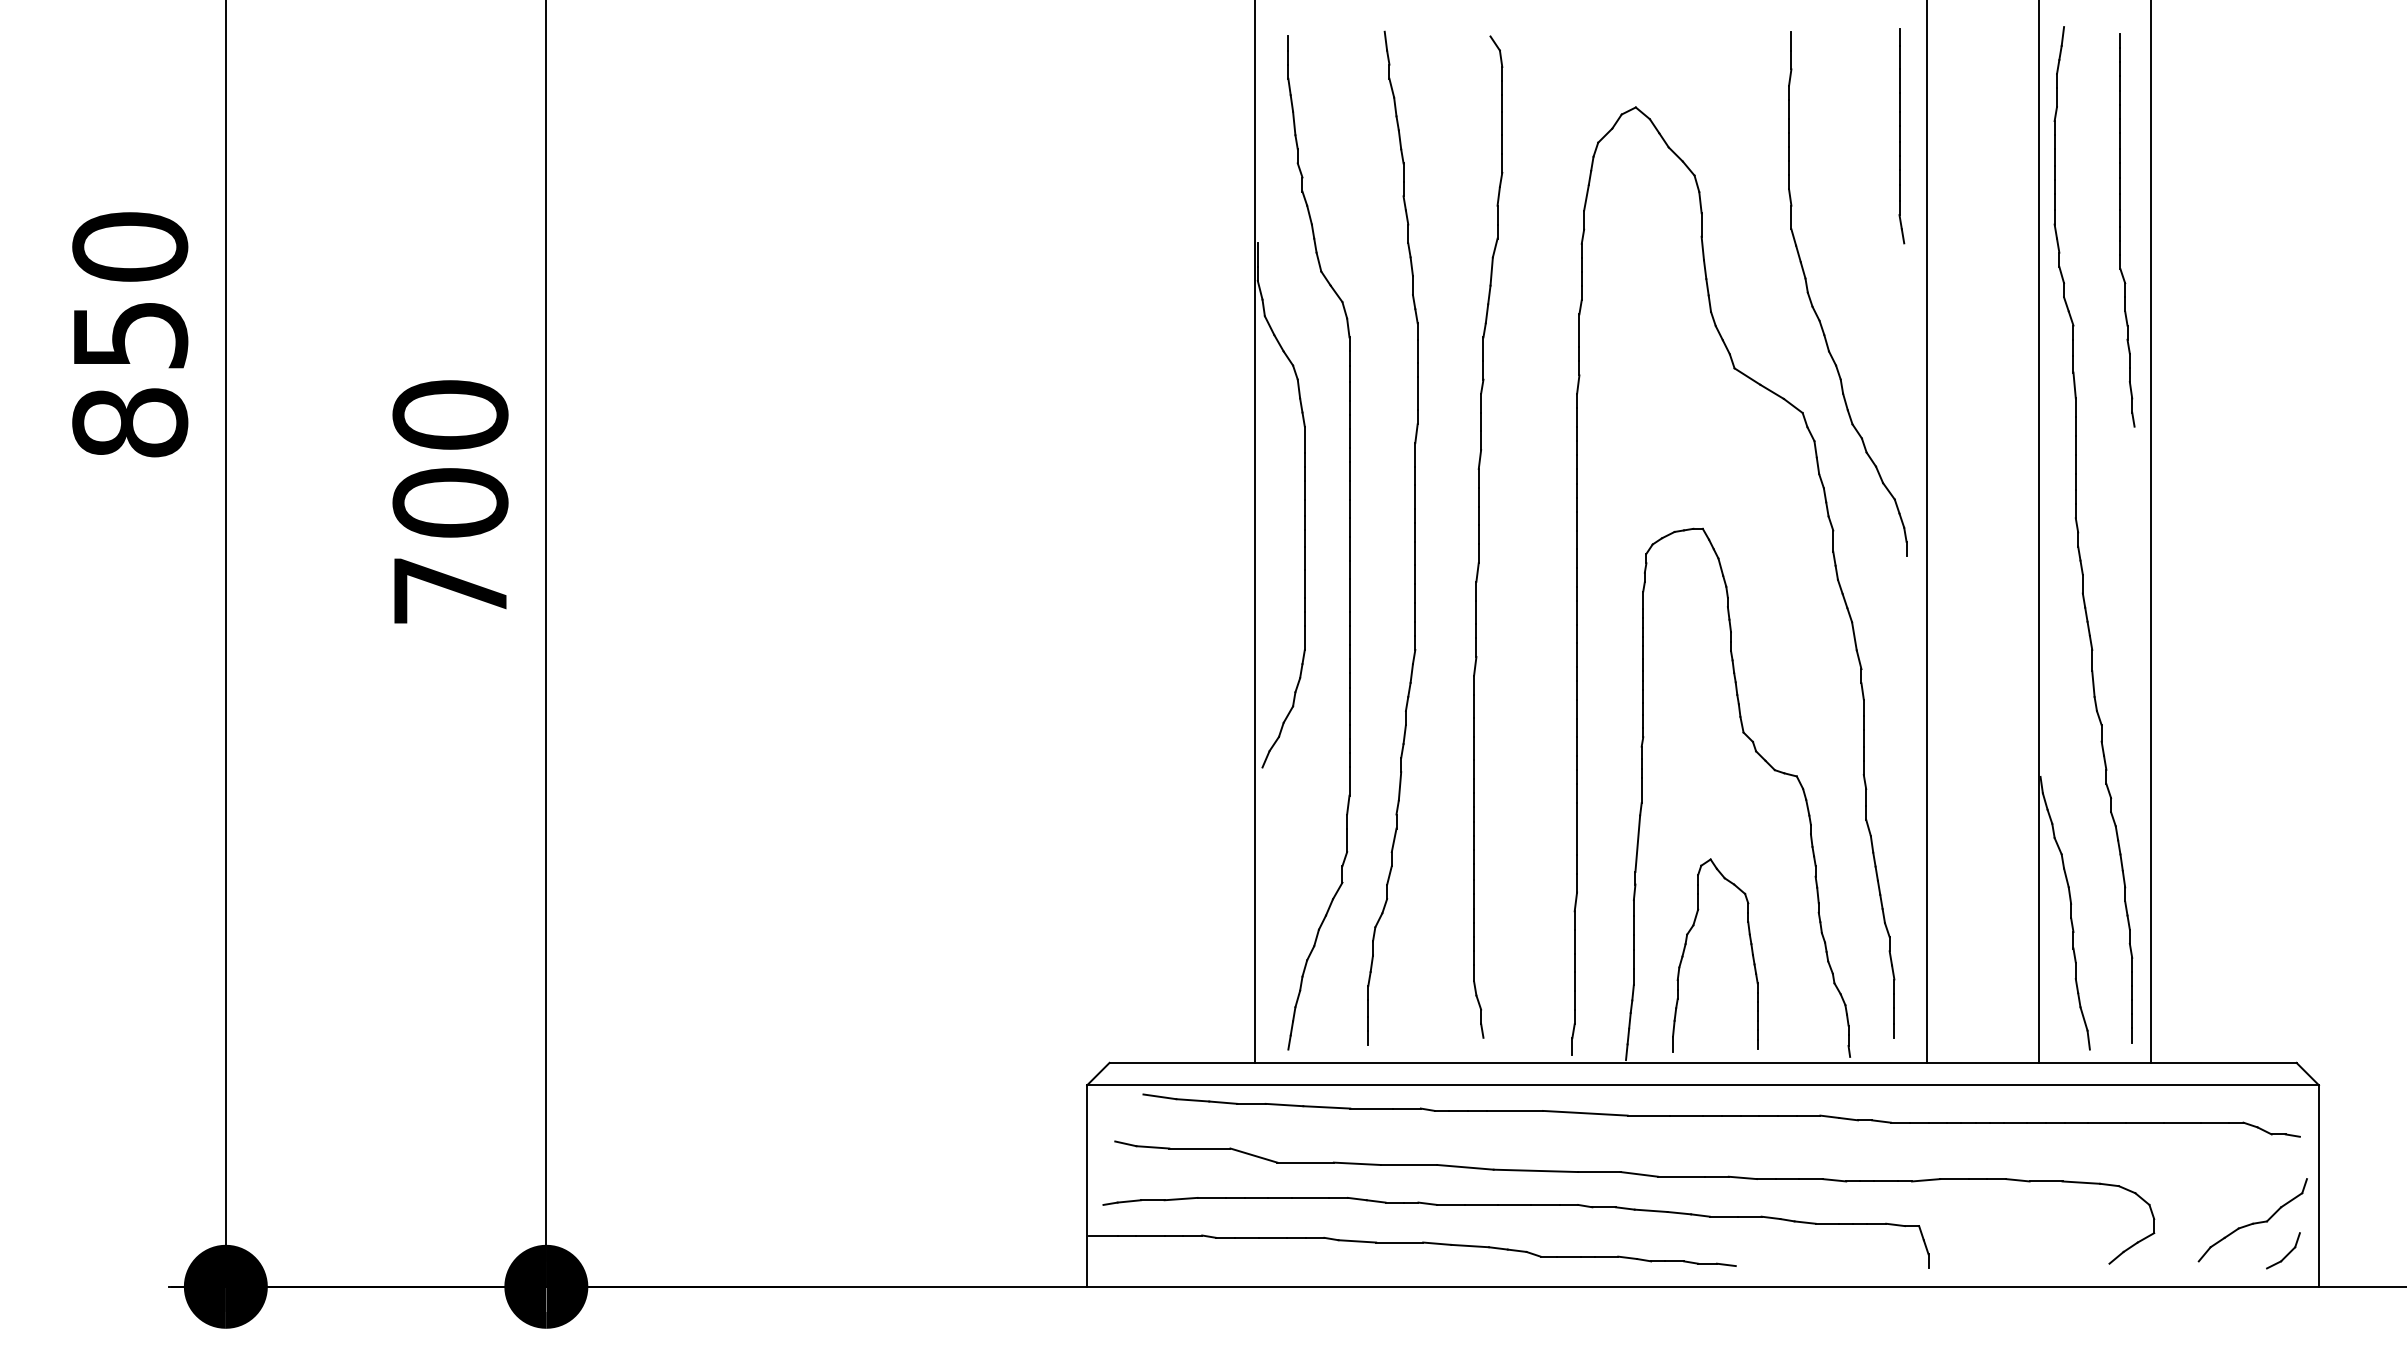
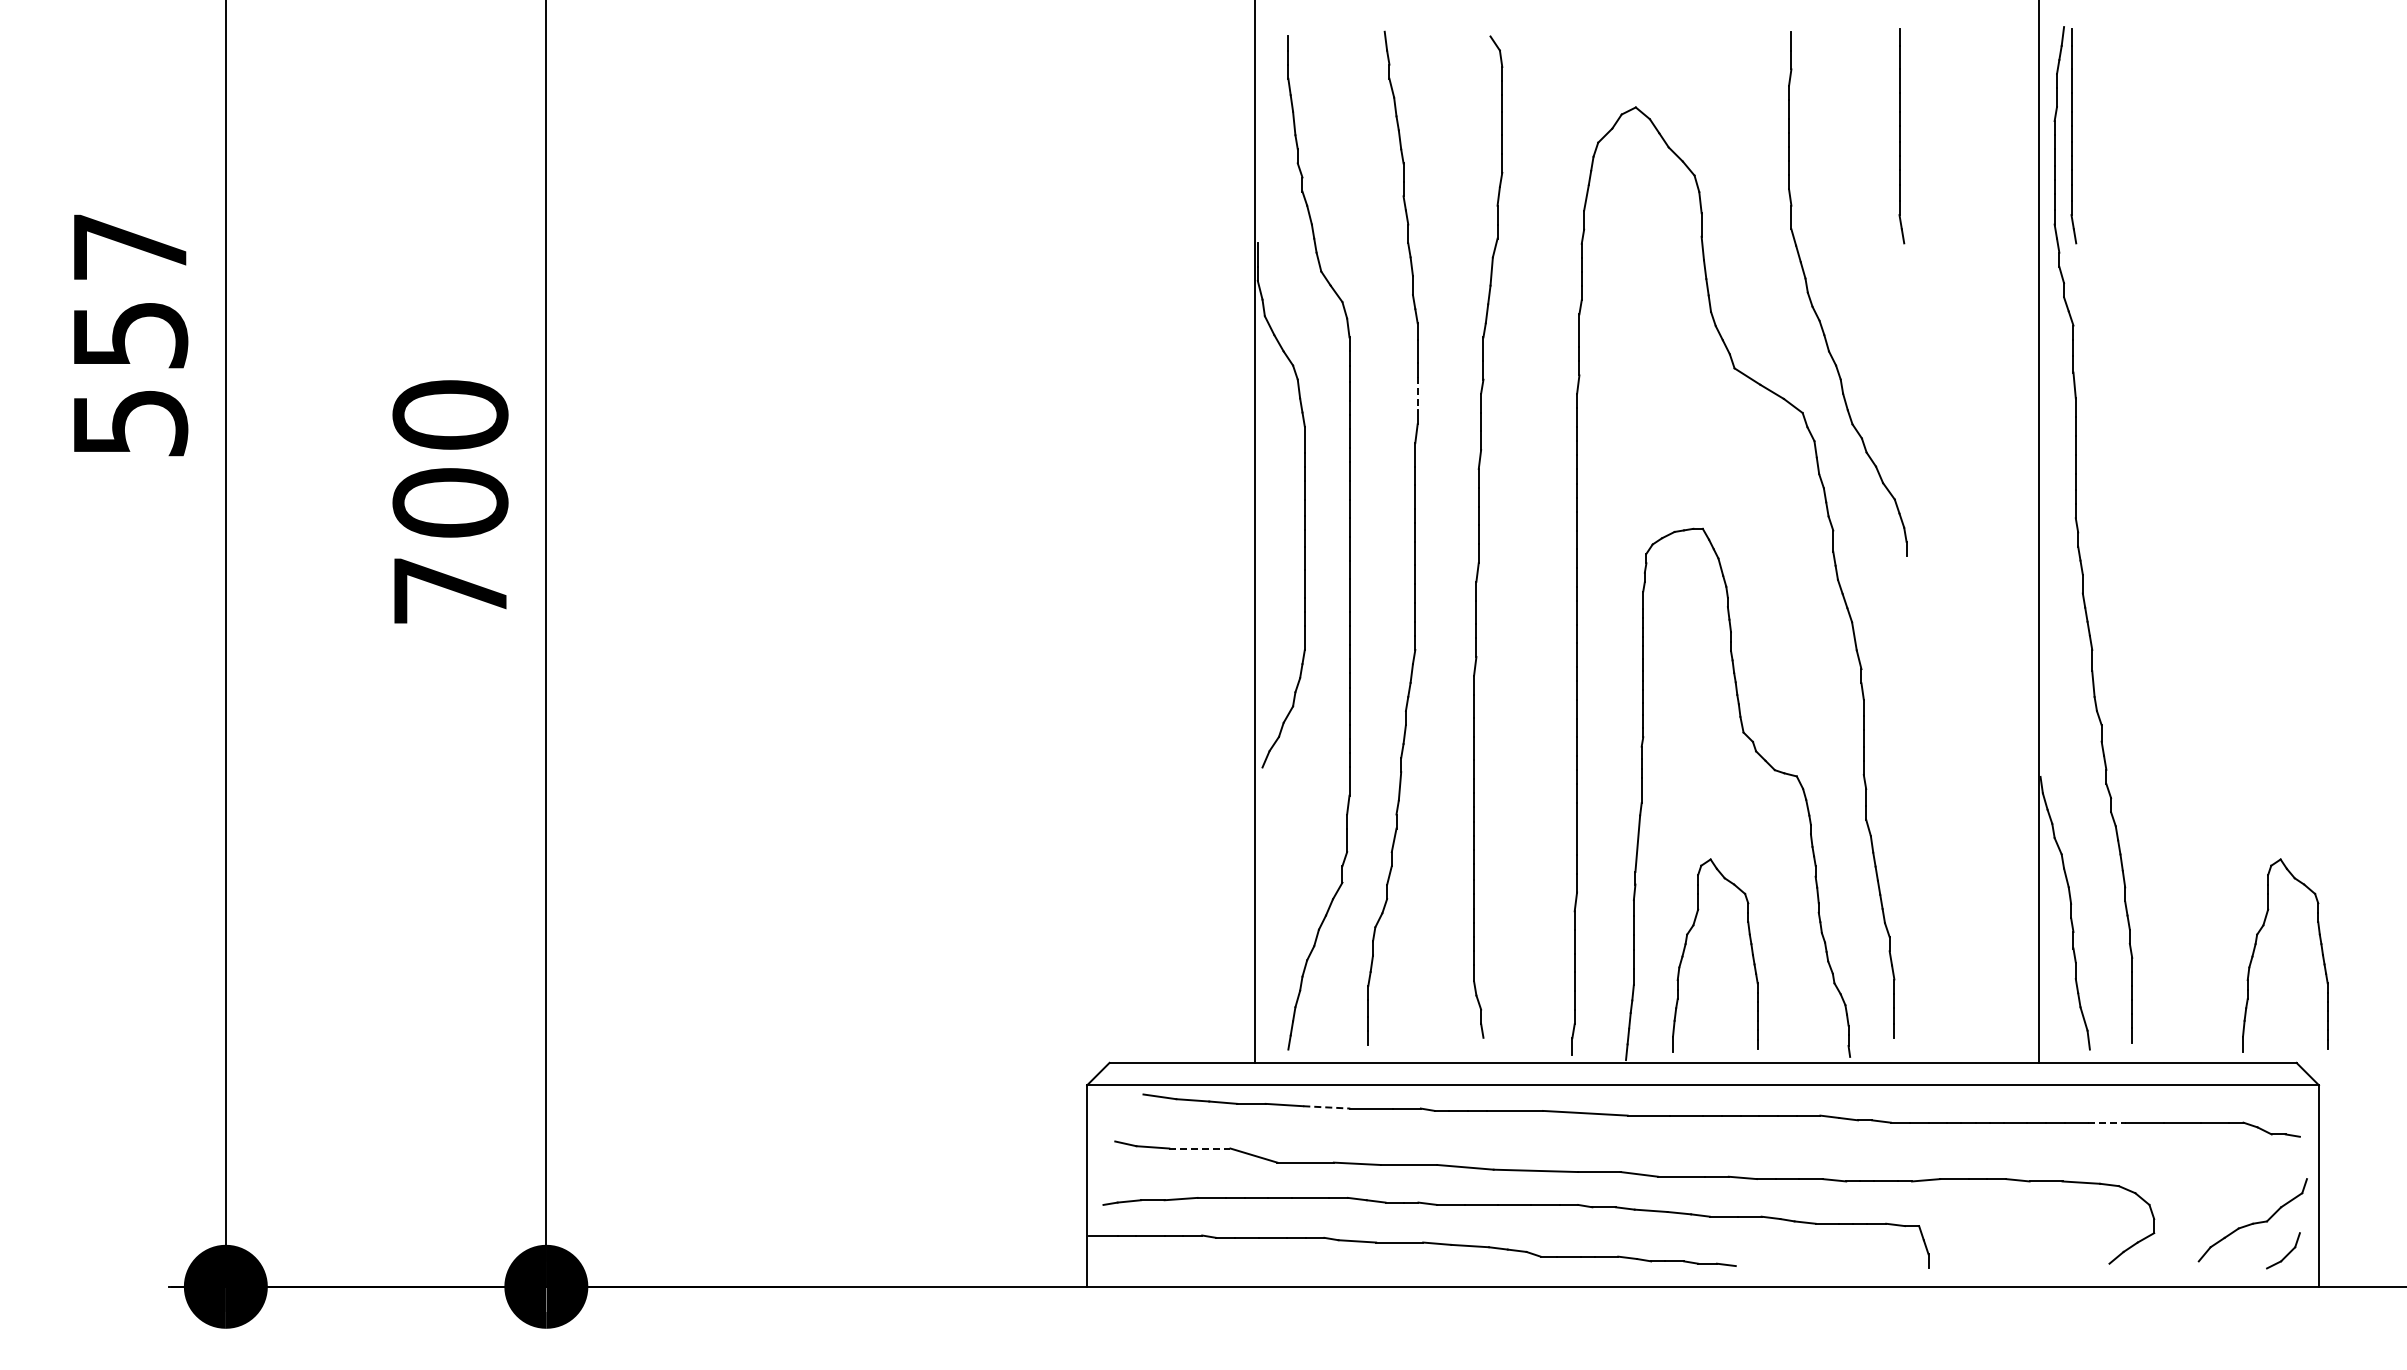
part at (2073, 136): none -> present
part at (2120, 230): present -> none
text at (130, 334): 850 -> 557
line at (1417, 394): solid -> dashed
line at (1927, 532): present -> none
line at (2151, 532): present -> none
part at (2255, 949): none -> present
line at (1326, 1107): solid -> dashed
line at (2107, 1122): solid -> dashed
line at (1199, 1148): solid -> dashed
